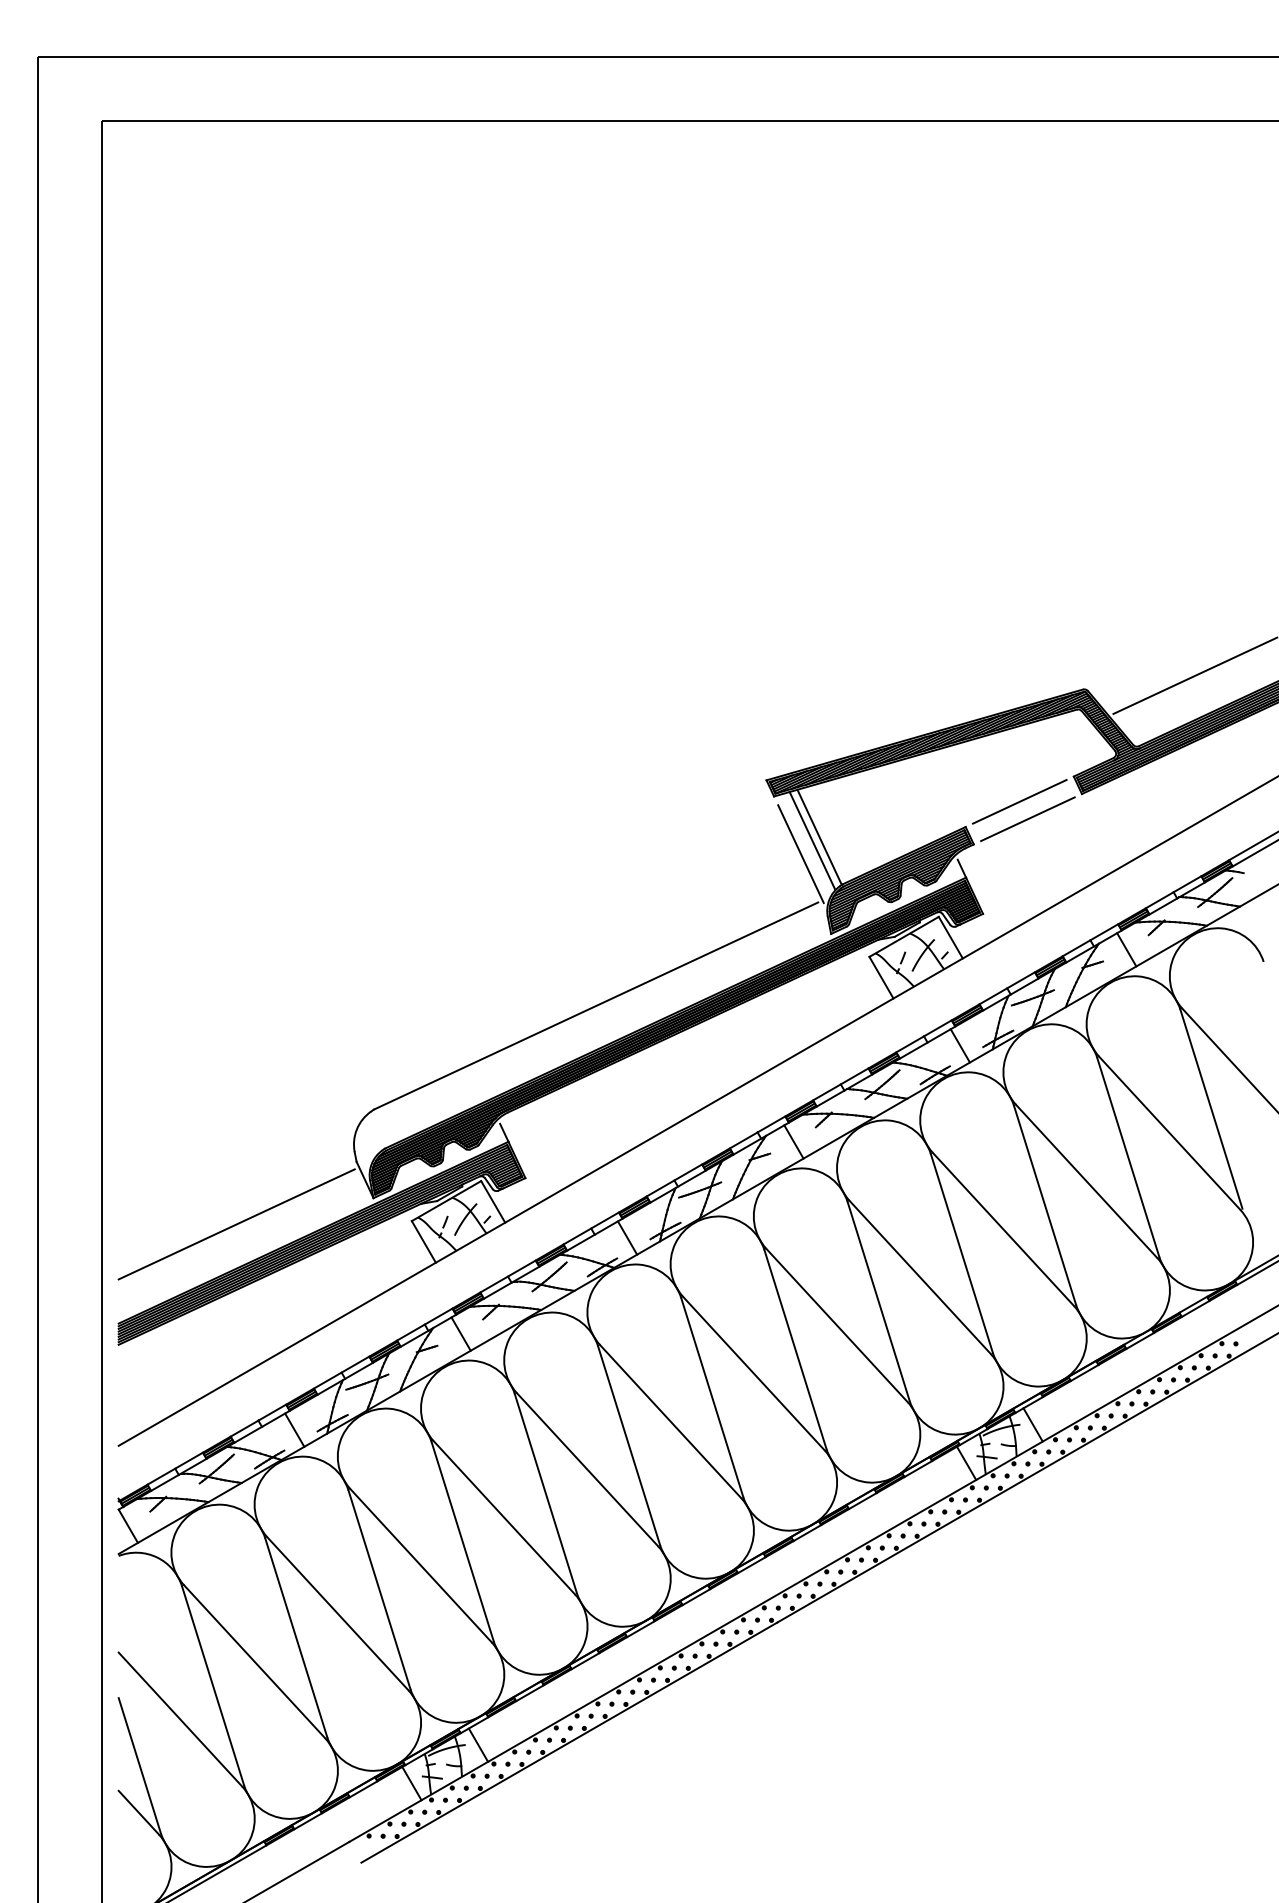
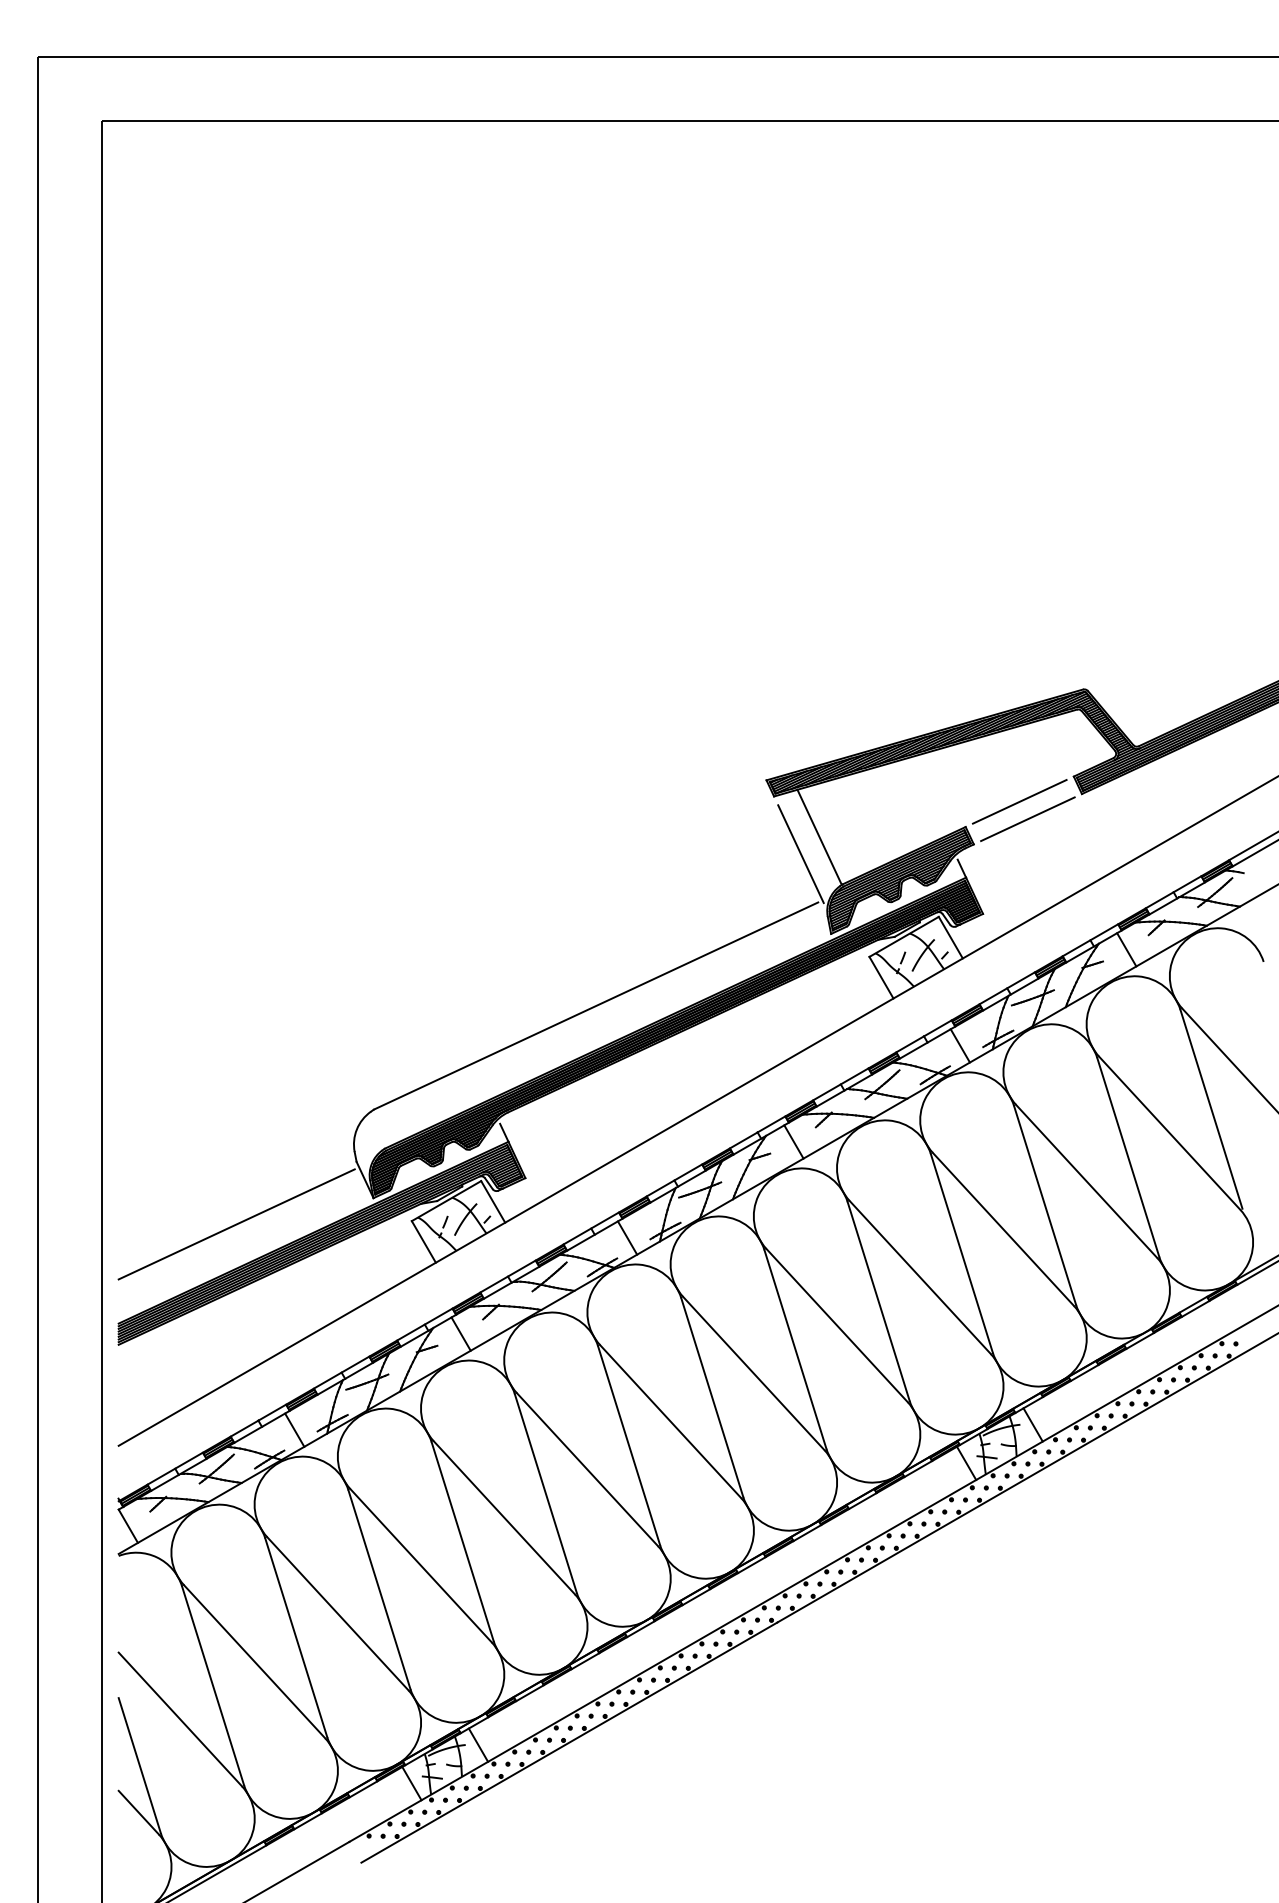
line at (1194, 675): present -> none
line at (811, 840): present -> none
